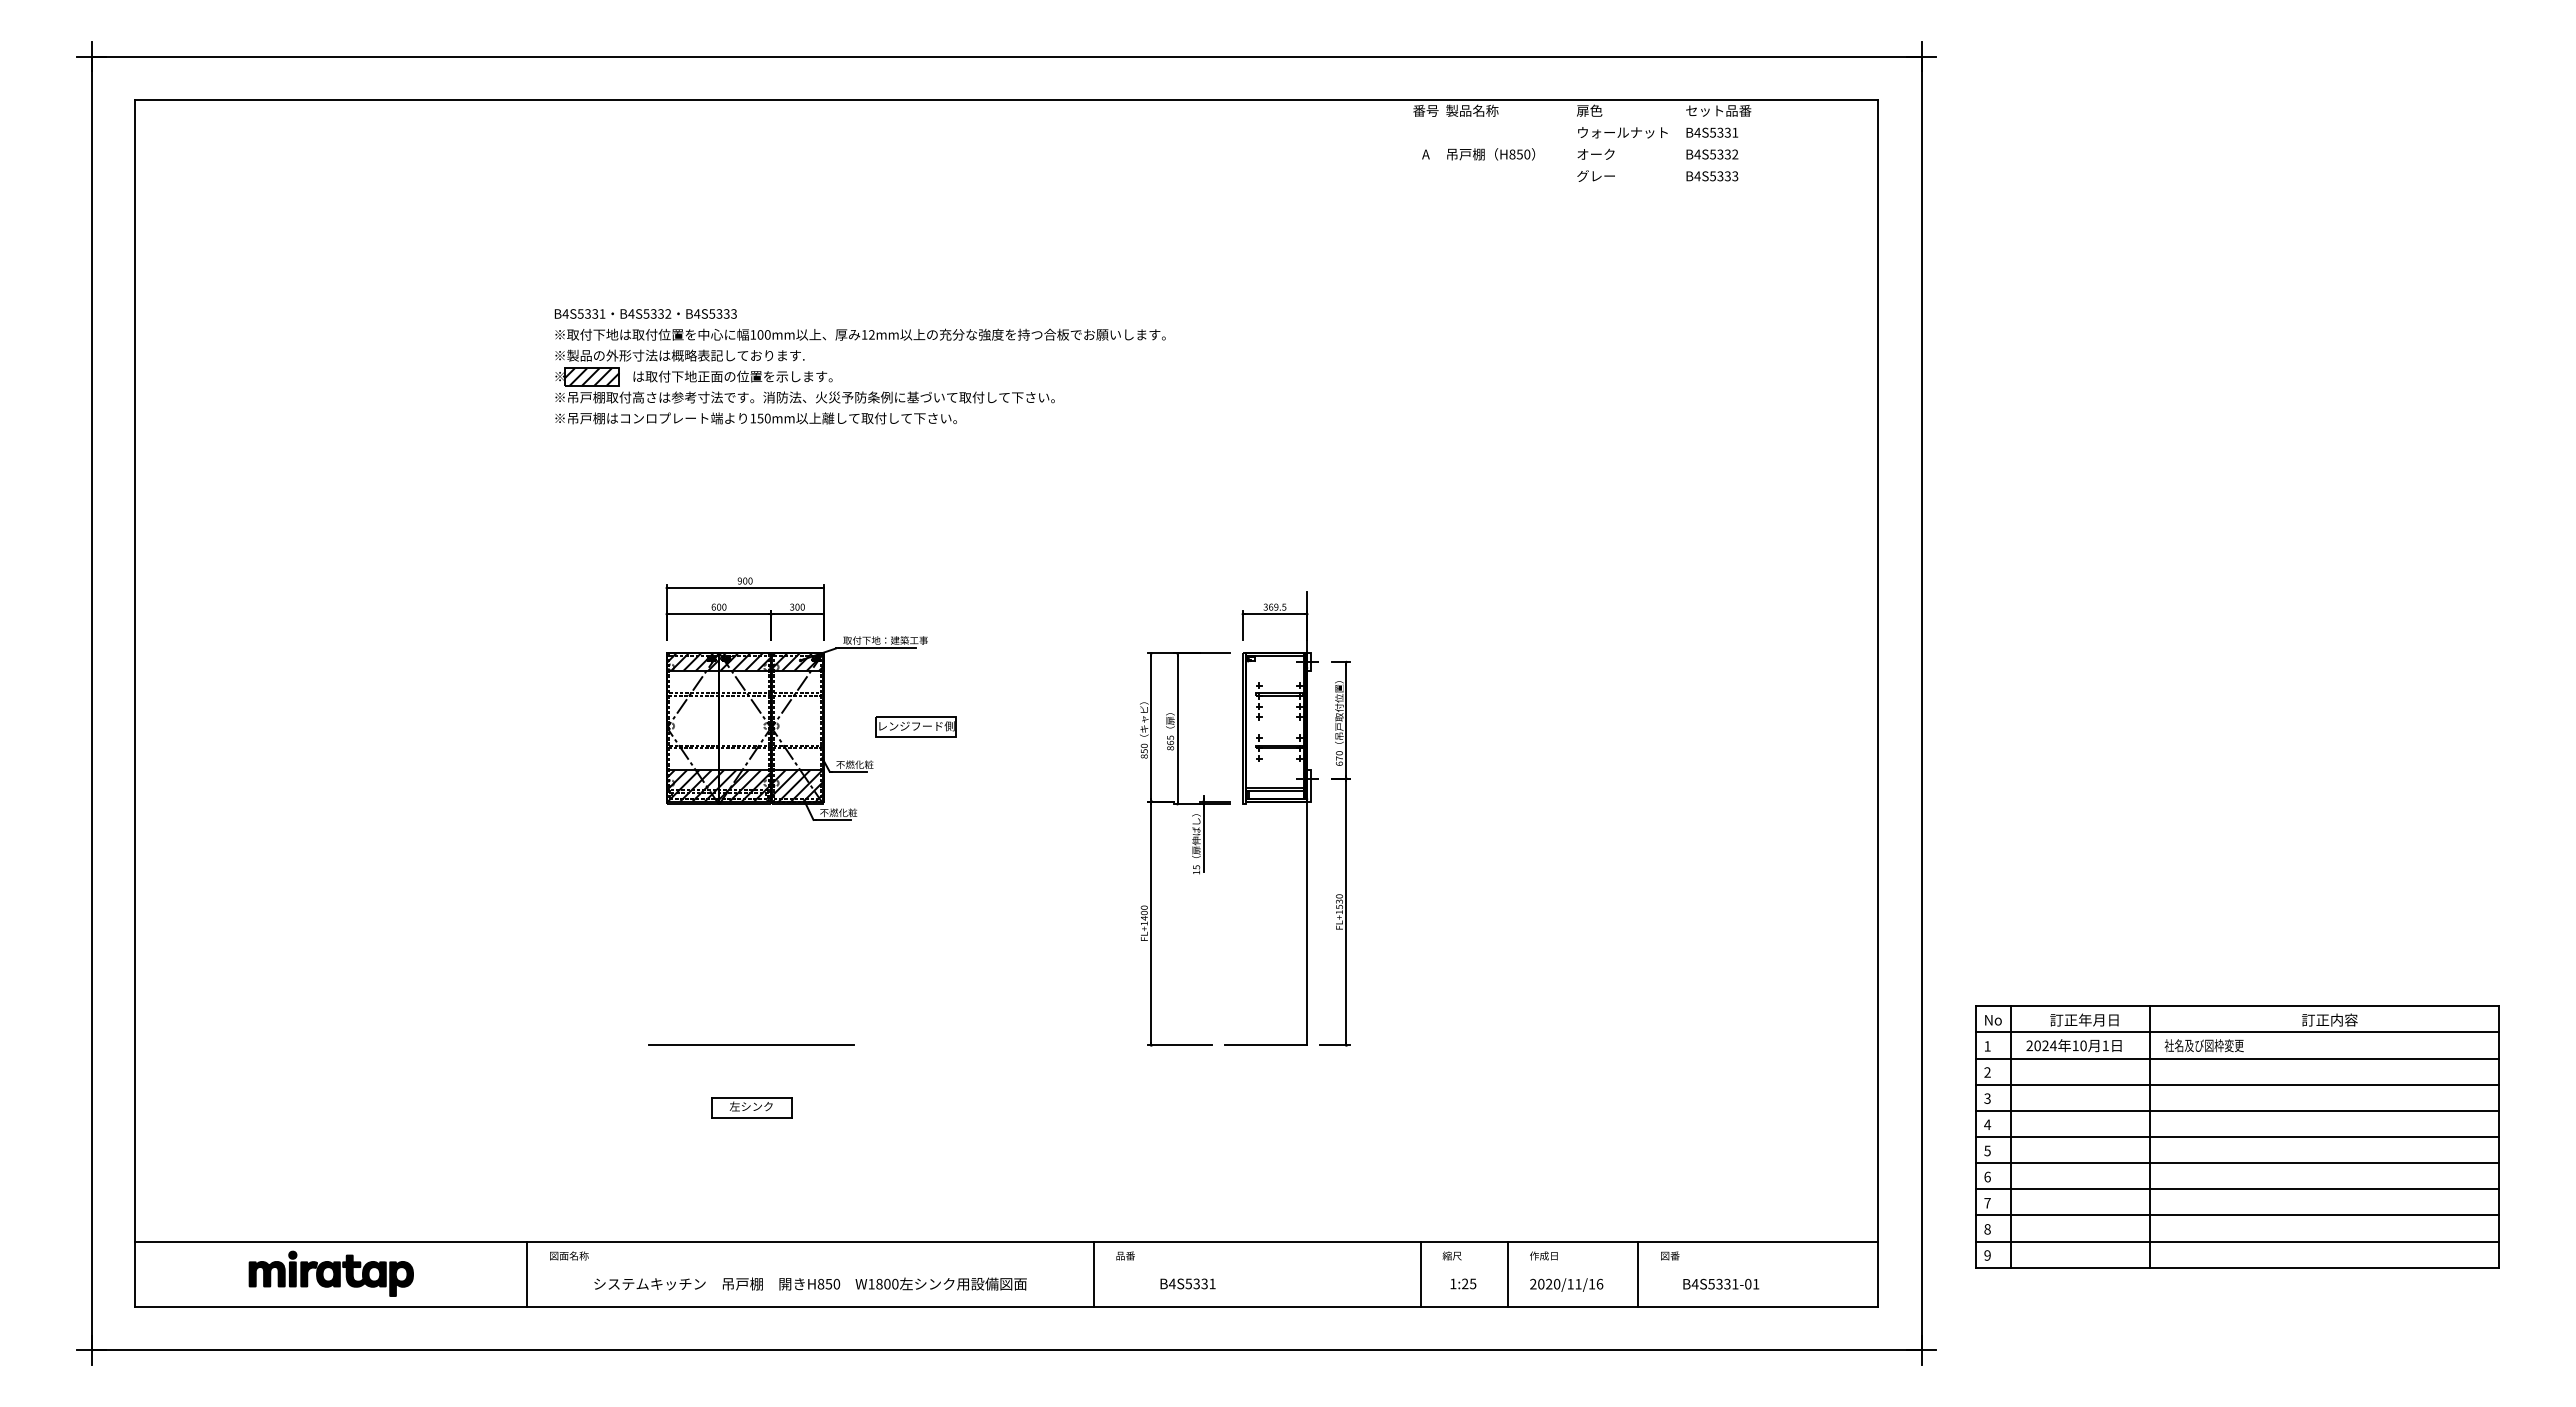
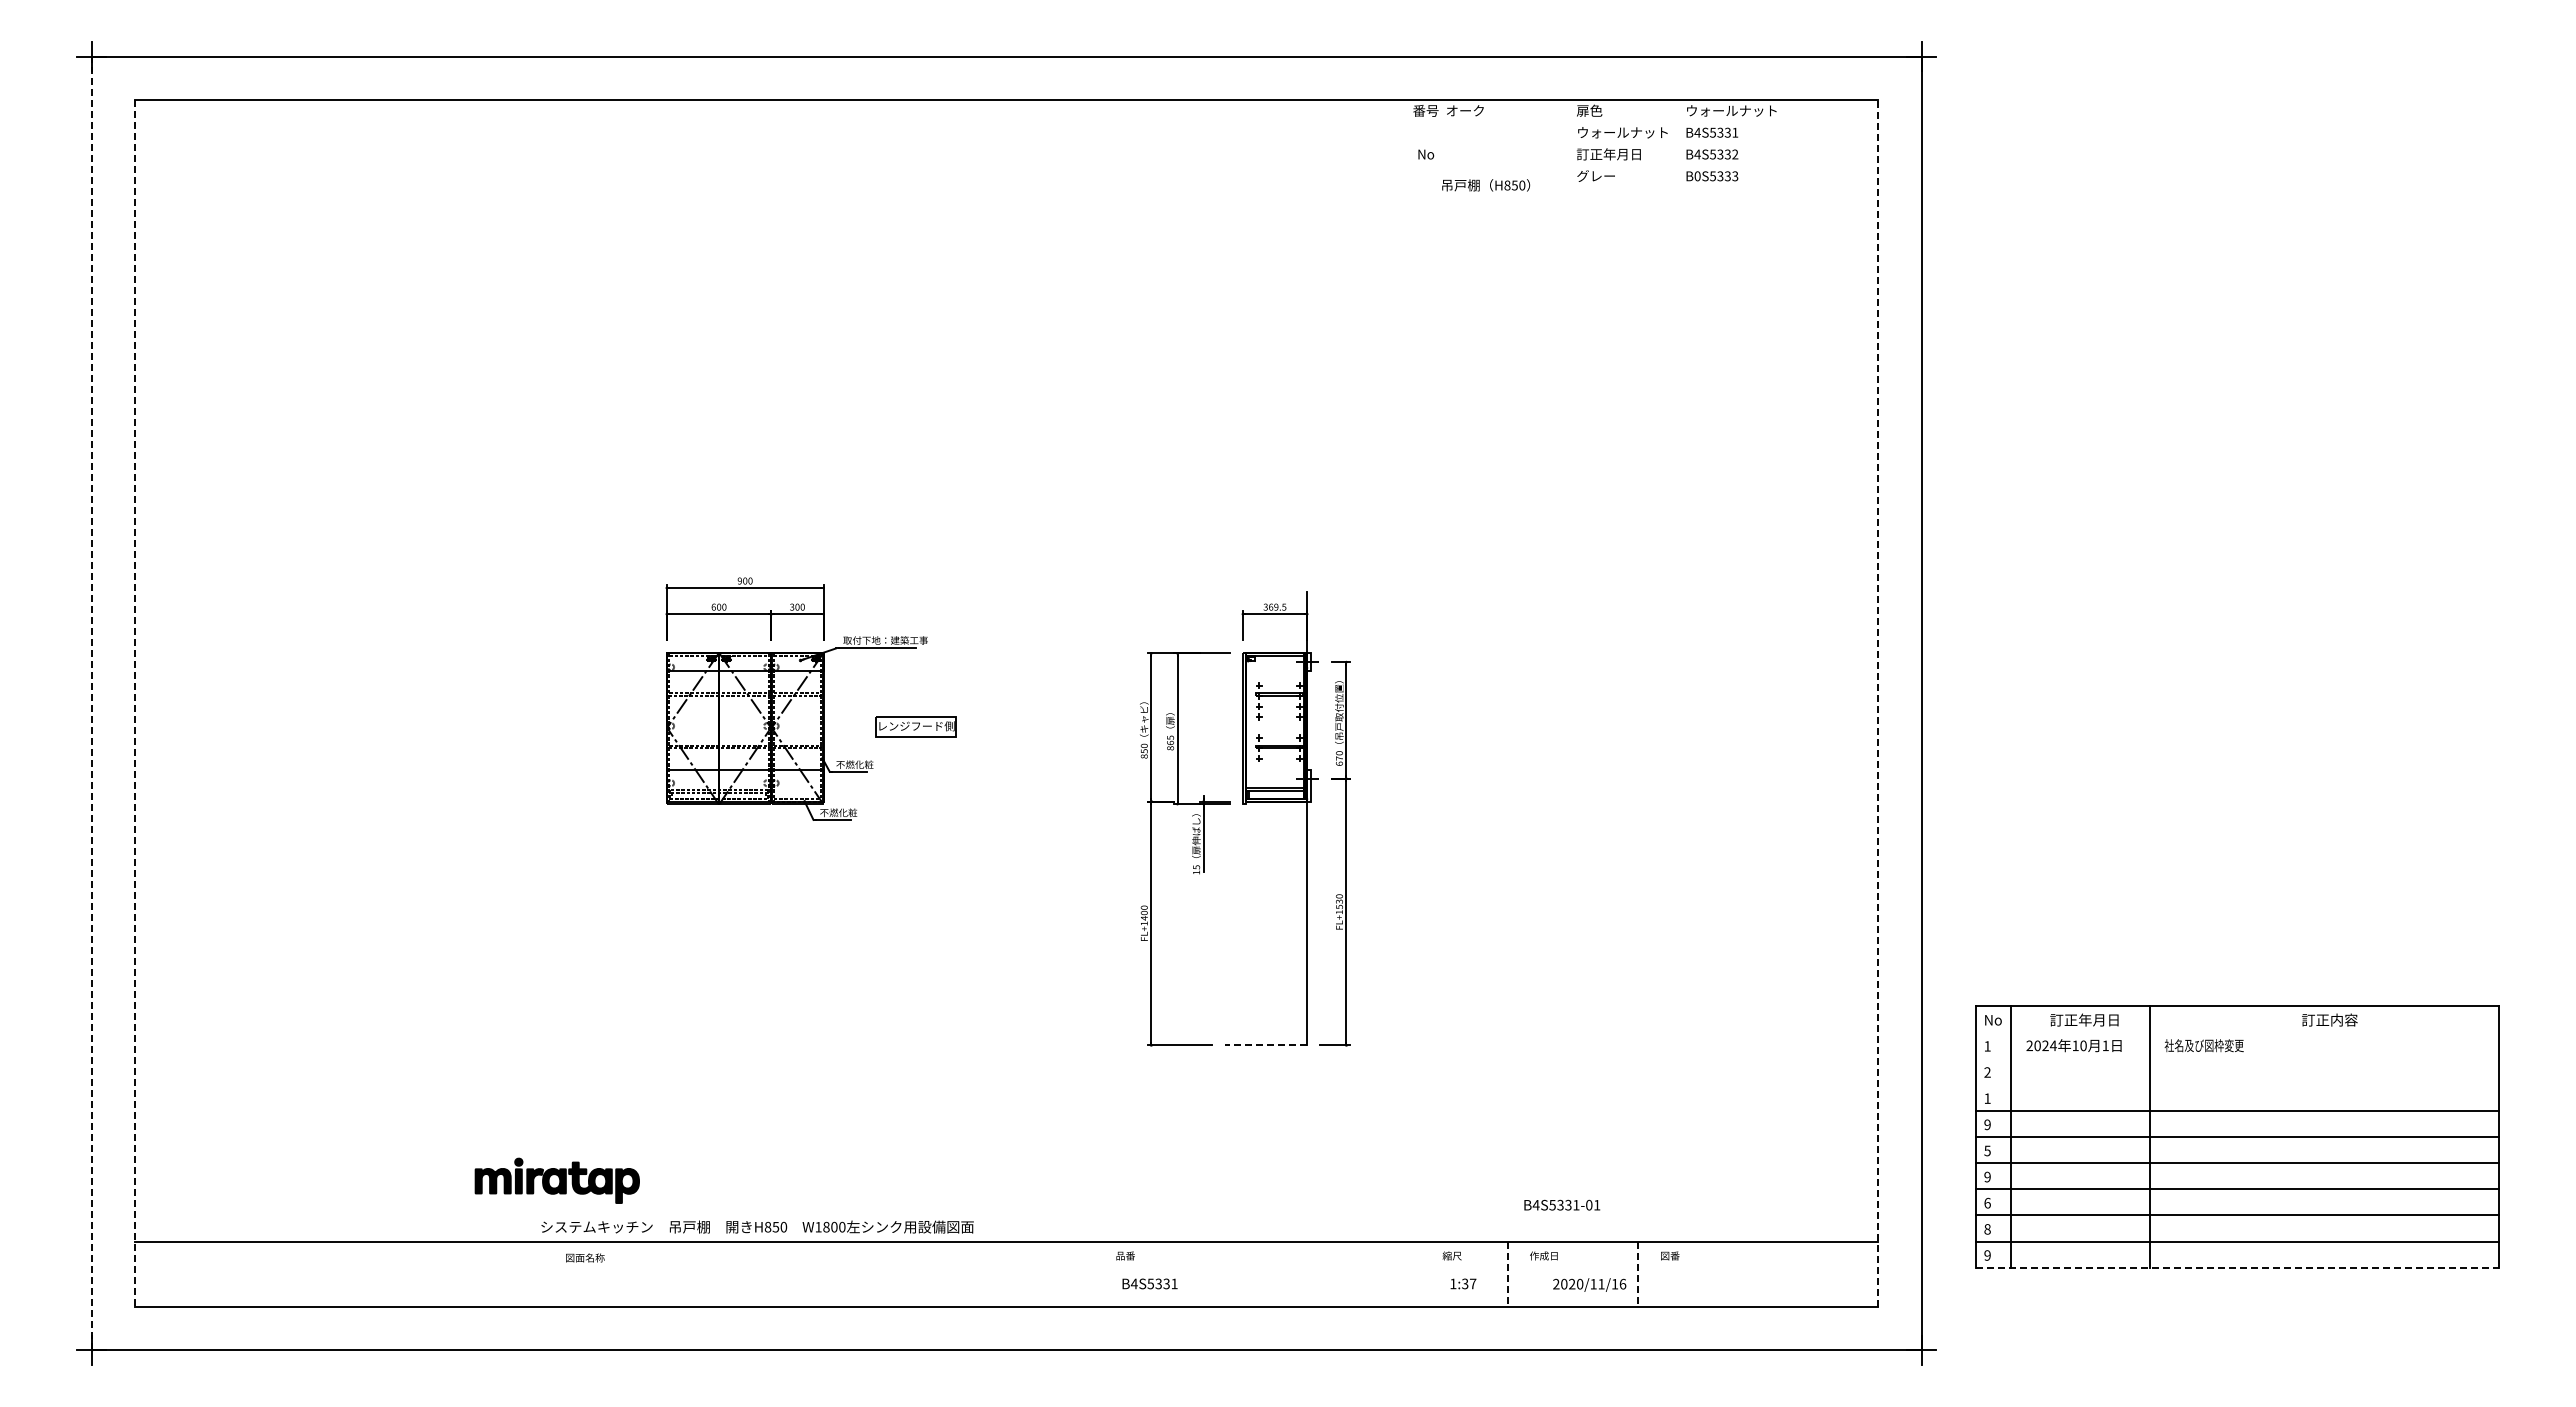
text at (1472, 110): 製品名称 -> オーク
text at (1731, 110): セット品番 -> ウォールナット
text at (1426, 154): A -> No
text at (1491, 154) position: (1491, 154) -> (1486, 185)
text at (1608, 154): オーク -> 訂正年月日
text at (1697, 176): B4S5333 -> B0S5333
part at (862, 391): present -> none
hatch at (744, 661): present -> none
line at (91, 703): solid -> dashed
line at (135, 703): solid -> dashed
line at (1877, 703): solid -> dashed
hatch at (744, 785): present -> none
line at (2236, 1032): present -> none
line at (751, 1044): present -> none
line at (1265, 1045): solid -> dashed
line at (2236, 1058): present -> none
line at (2236, 1084): present -> none
text at (1987, 1098): 3 -> 1
part at (751, 1107): present -> none
text at (1987, 1124): 4 -> 9
text at (1987, 1176): 6 -> 9
text at (1987, 1202): 7 -> 6
text at (569, 1255) position: (569, 1255) -> (585, 1257)
line at (2237, 1267): solid -> dashed
part at (330, 1273) position: (330, 1273) -> (556, 1180)
line at (527, 1273): present -> none
line at (1093, 1273): present -> none
line at (1420, 1273): present -> none
line at (1507, 1274): solid -> dashed
line at (1638, 1274): solid -> dashed
text at (810, 1283) position: (810, 1283) -> (757, 1226)
text at (1187, 1283) position: (1187, 1283) -> (1149, 1283)
text at (1469, 1283): 1:25 -> 1:37
text at (1721, 1283) position: (1721, 1283) -> (1562, 1204)
text at (1566, 1284) position: (1566, 1284) -> (1589, 1284)
